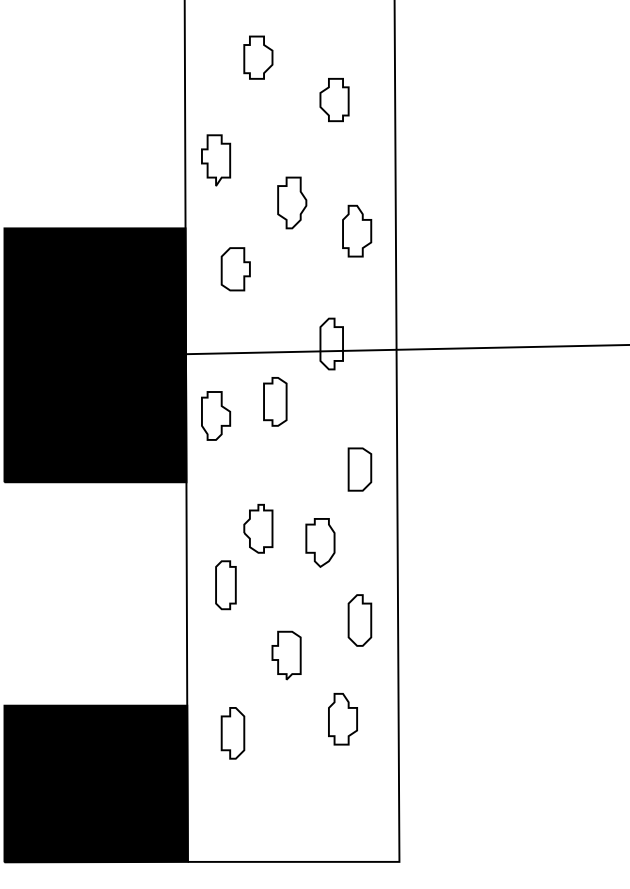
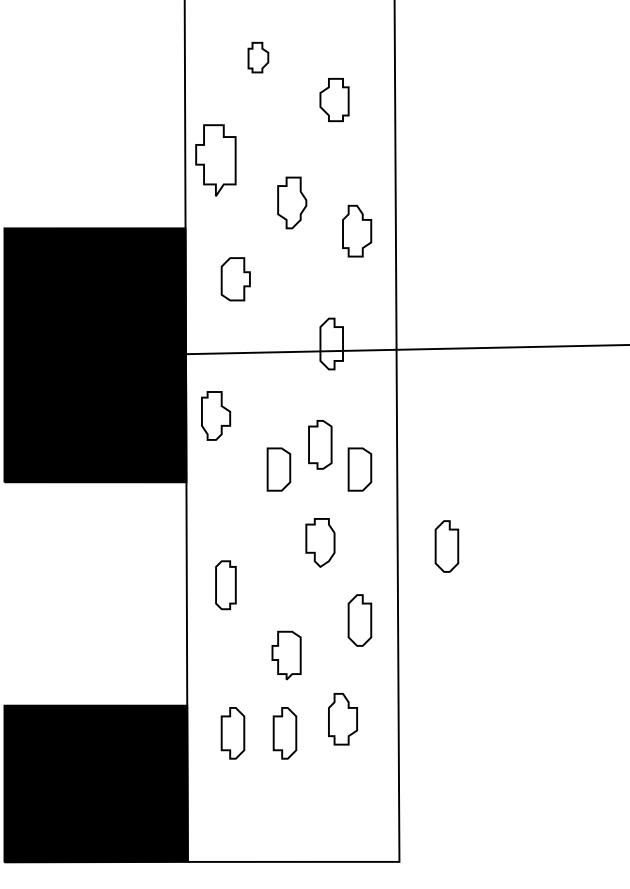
part at (258, 57) size: 31x45 px -> 23x33 px
part at (216, 160) size: 31x53 px -> 42x73 px
part at (235, 269) position: (235, 269) -> (235, 279)
part at (275, 401) position: (275, 401) -> (320, 444)
part at (278, 469): none -> present
part at (258, 528): present -> none
part at (446, 546): none -> present
part at (284, 733): none -> present
